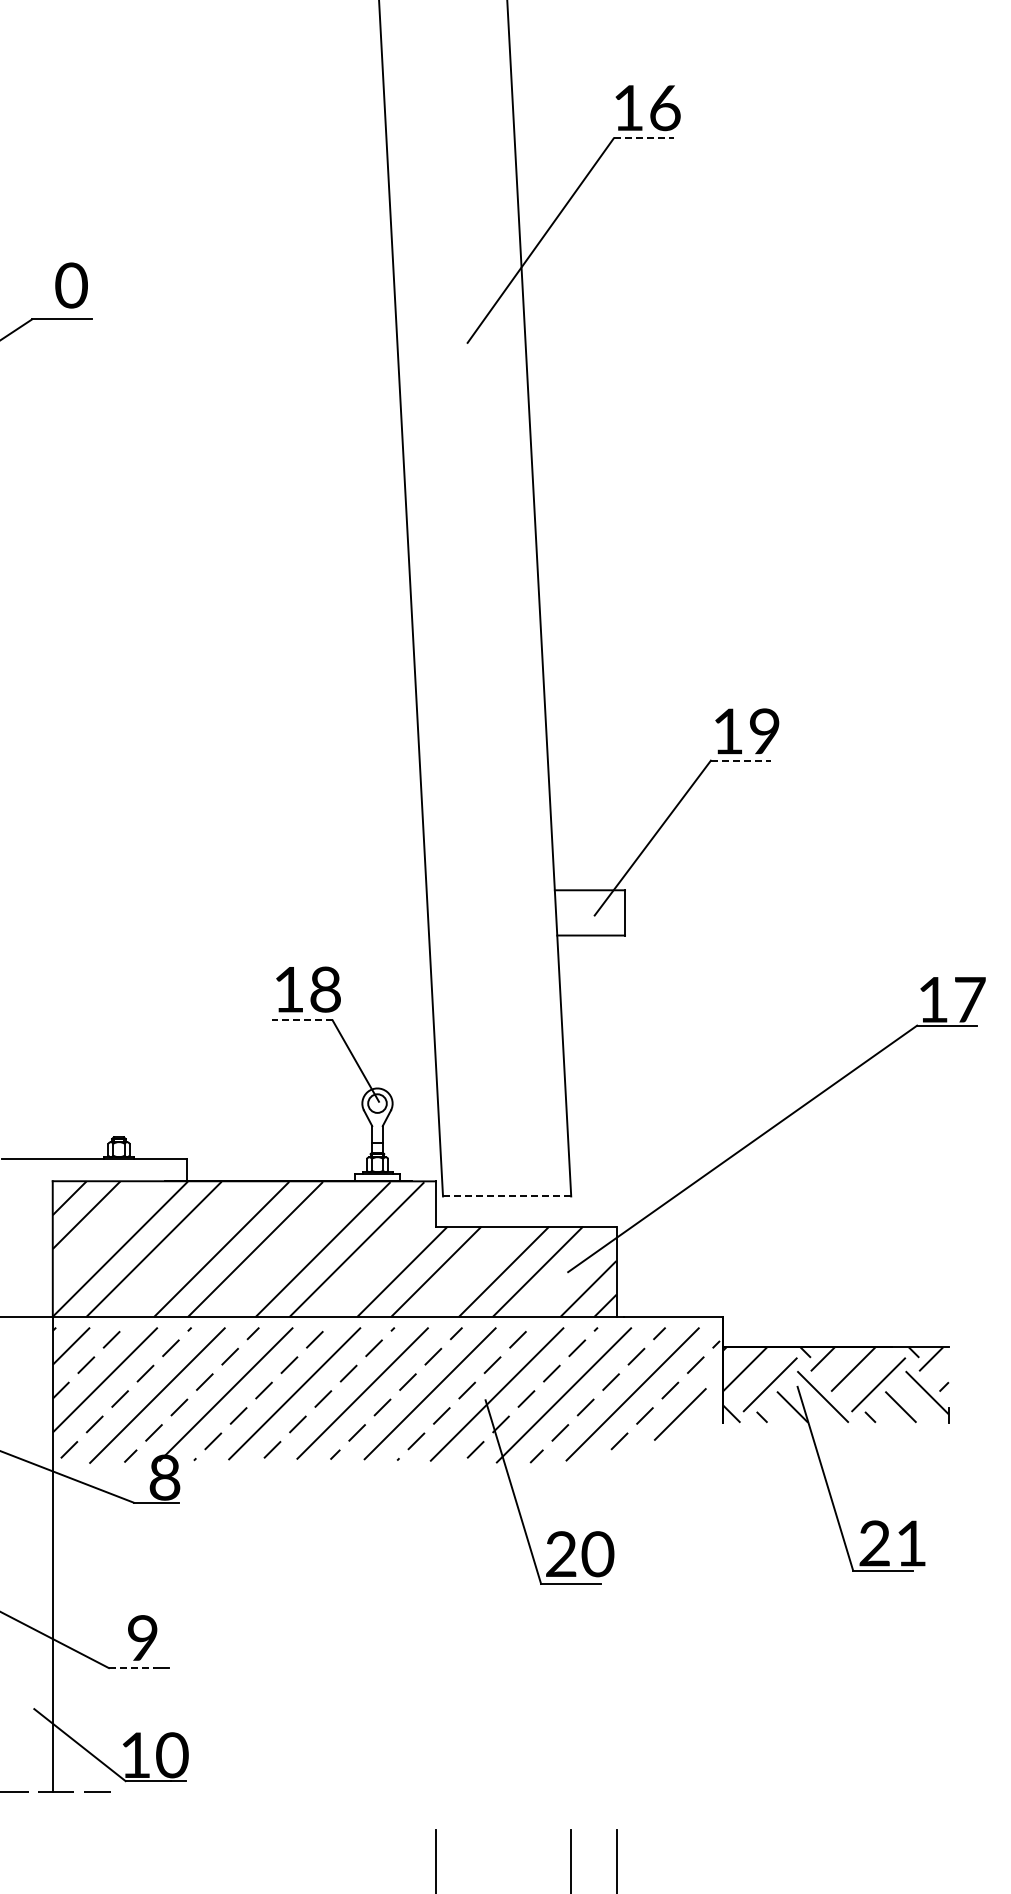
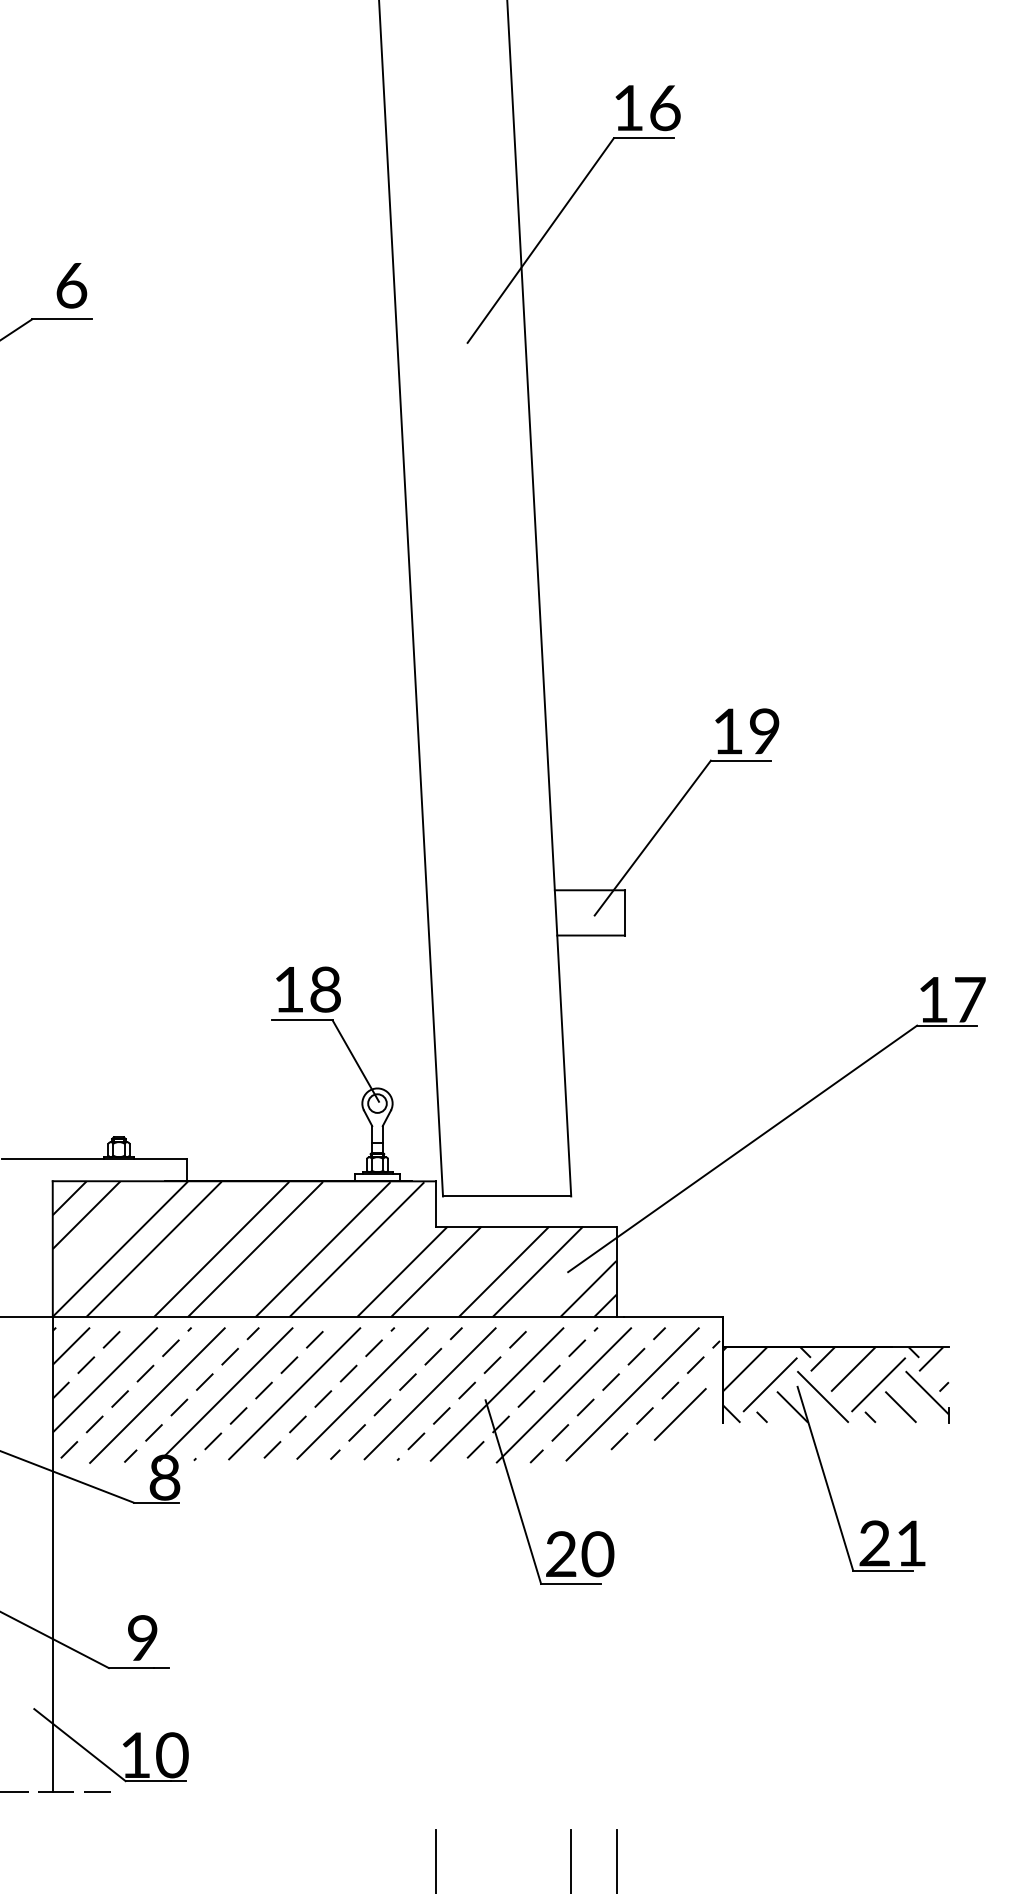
line at (644, 138): dashed -> solid
text at (71, 285): 0 -> 6
line at (741, 760): dashed -> solid
line at (302, 1020): dashed -> solid
line at (507, 1196): dashed -> solid
line at (131, 1668): dashed -> solid
